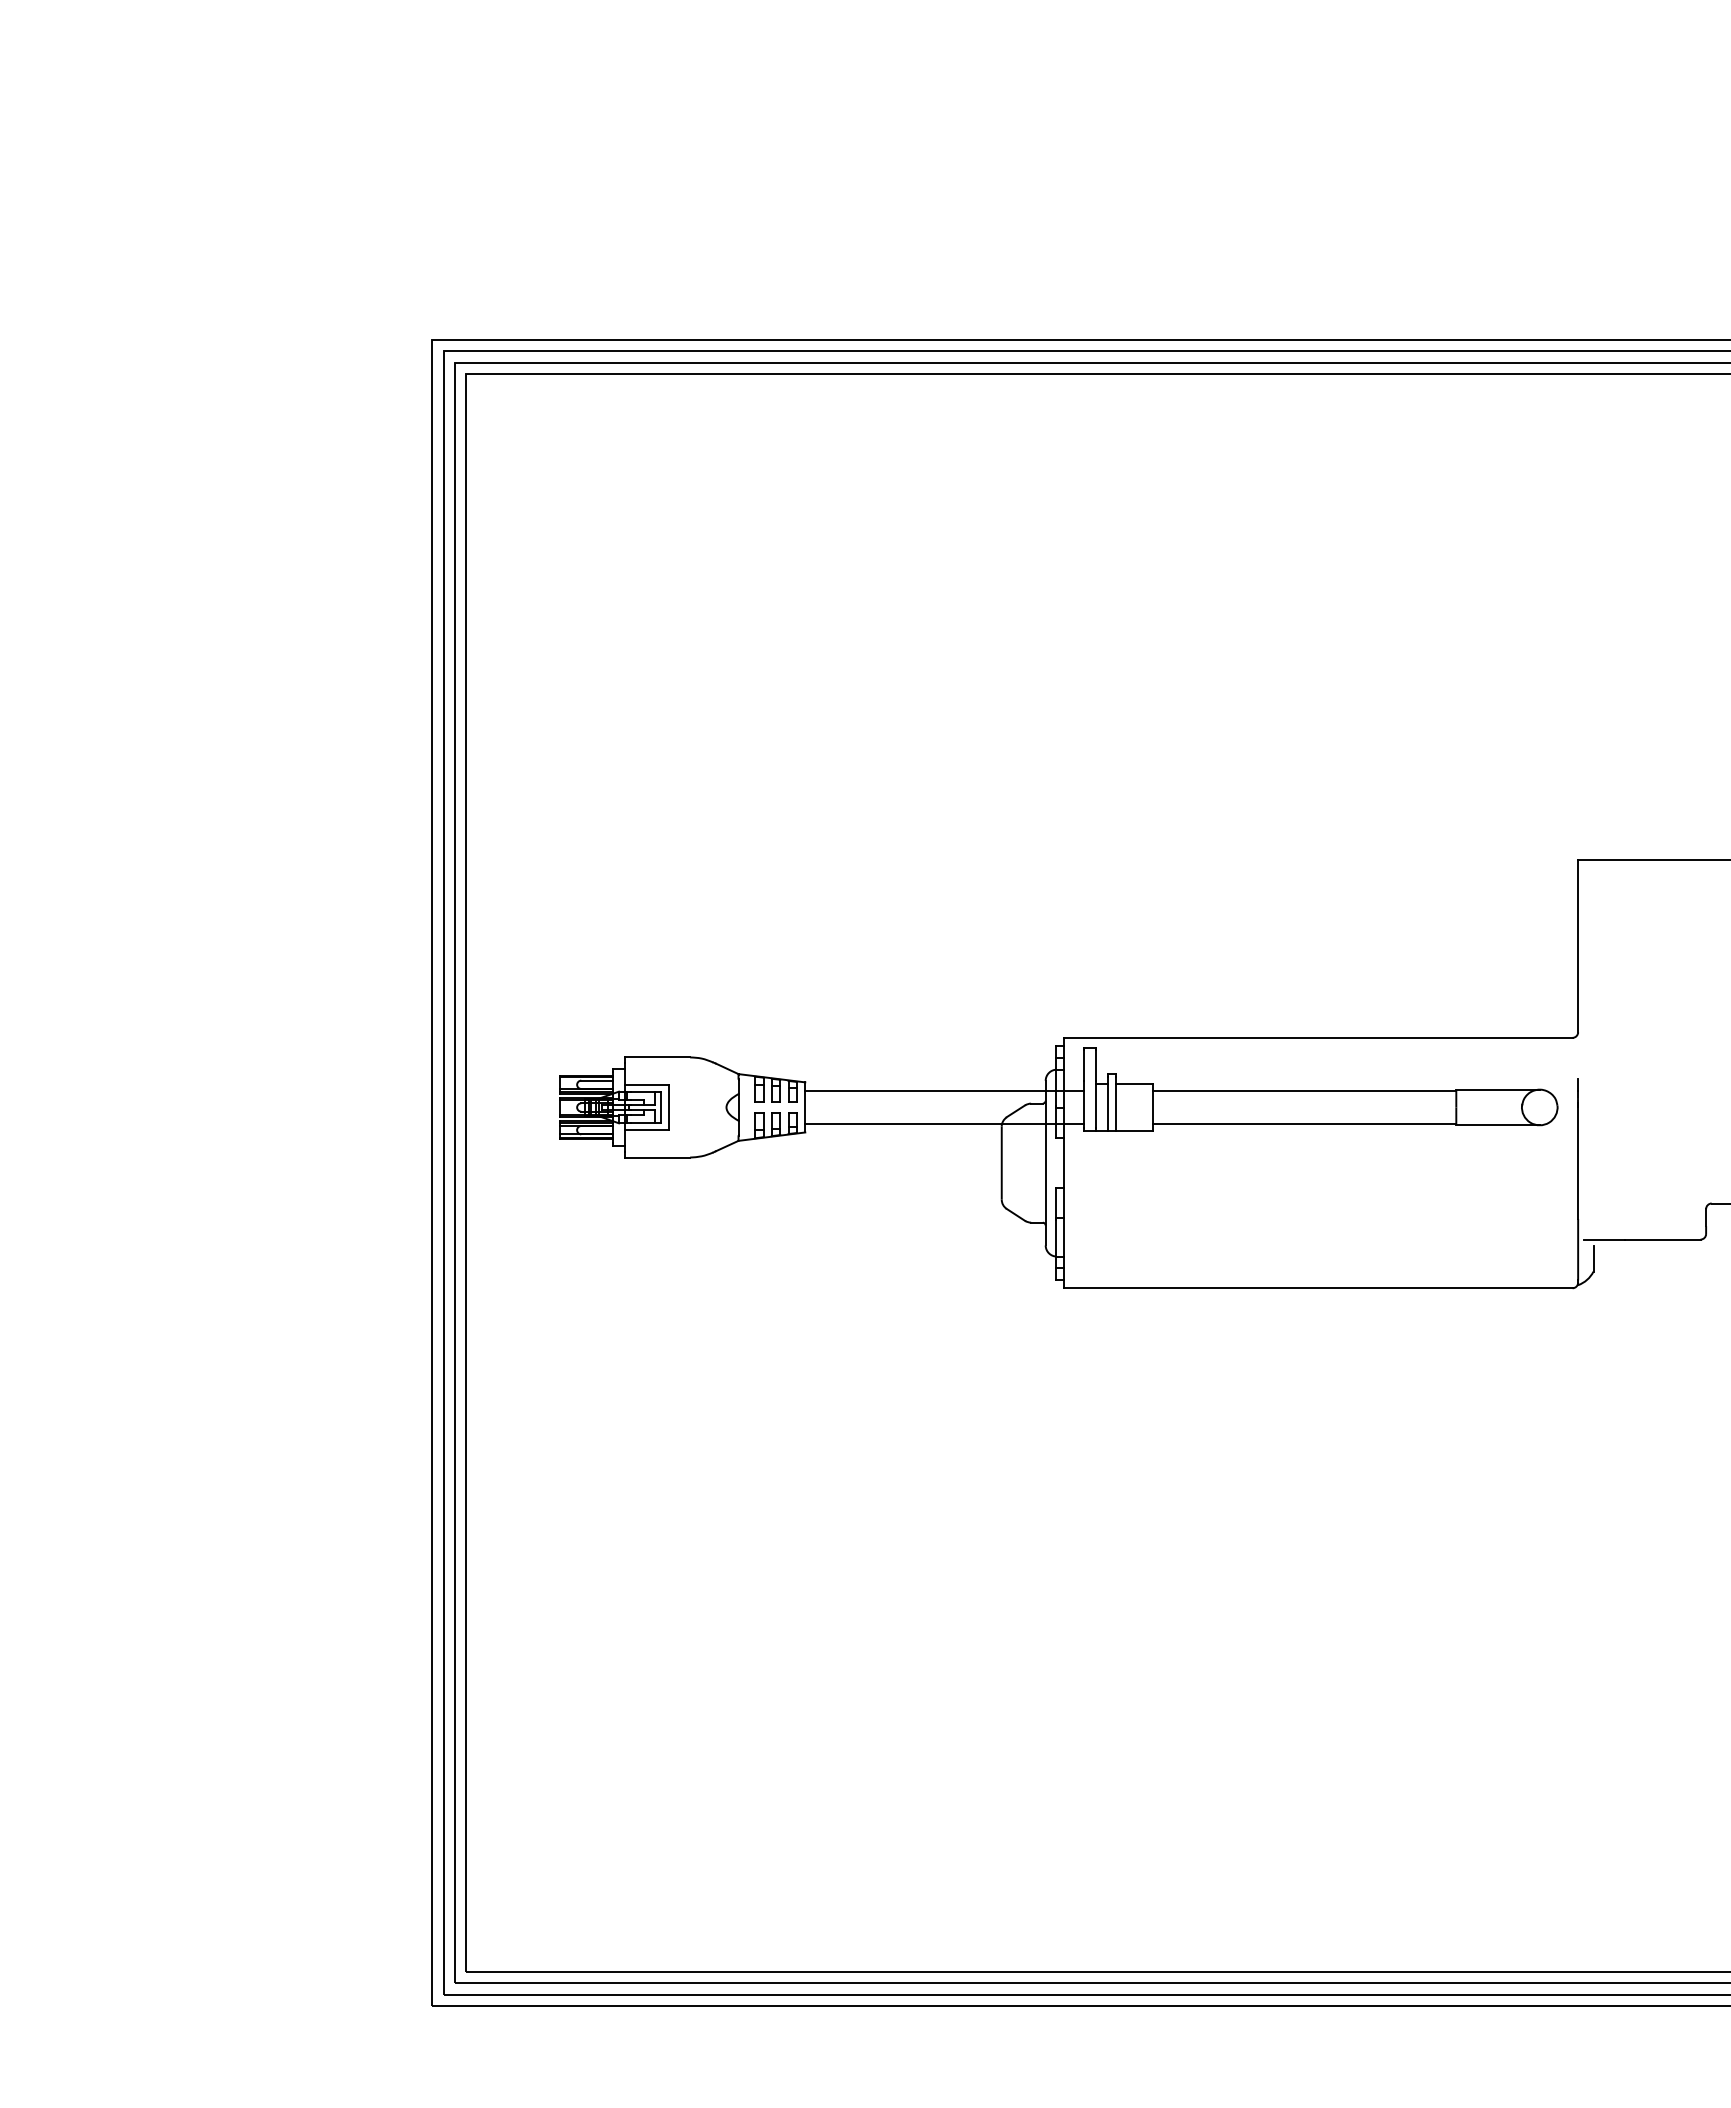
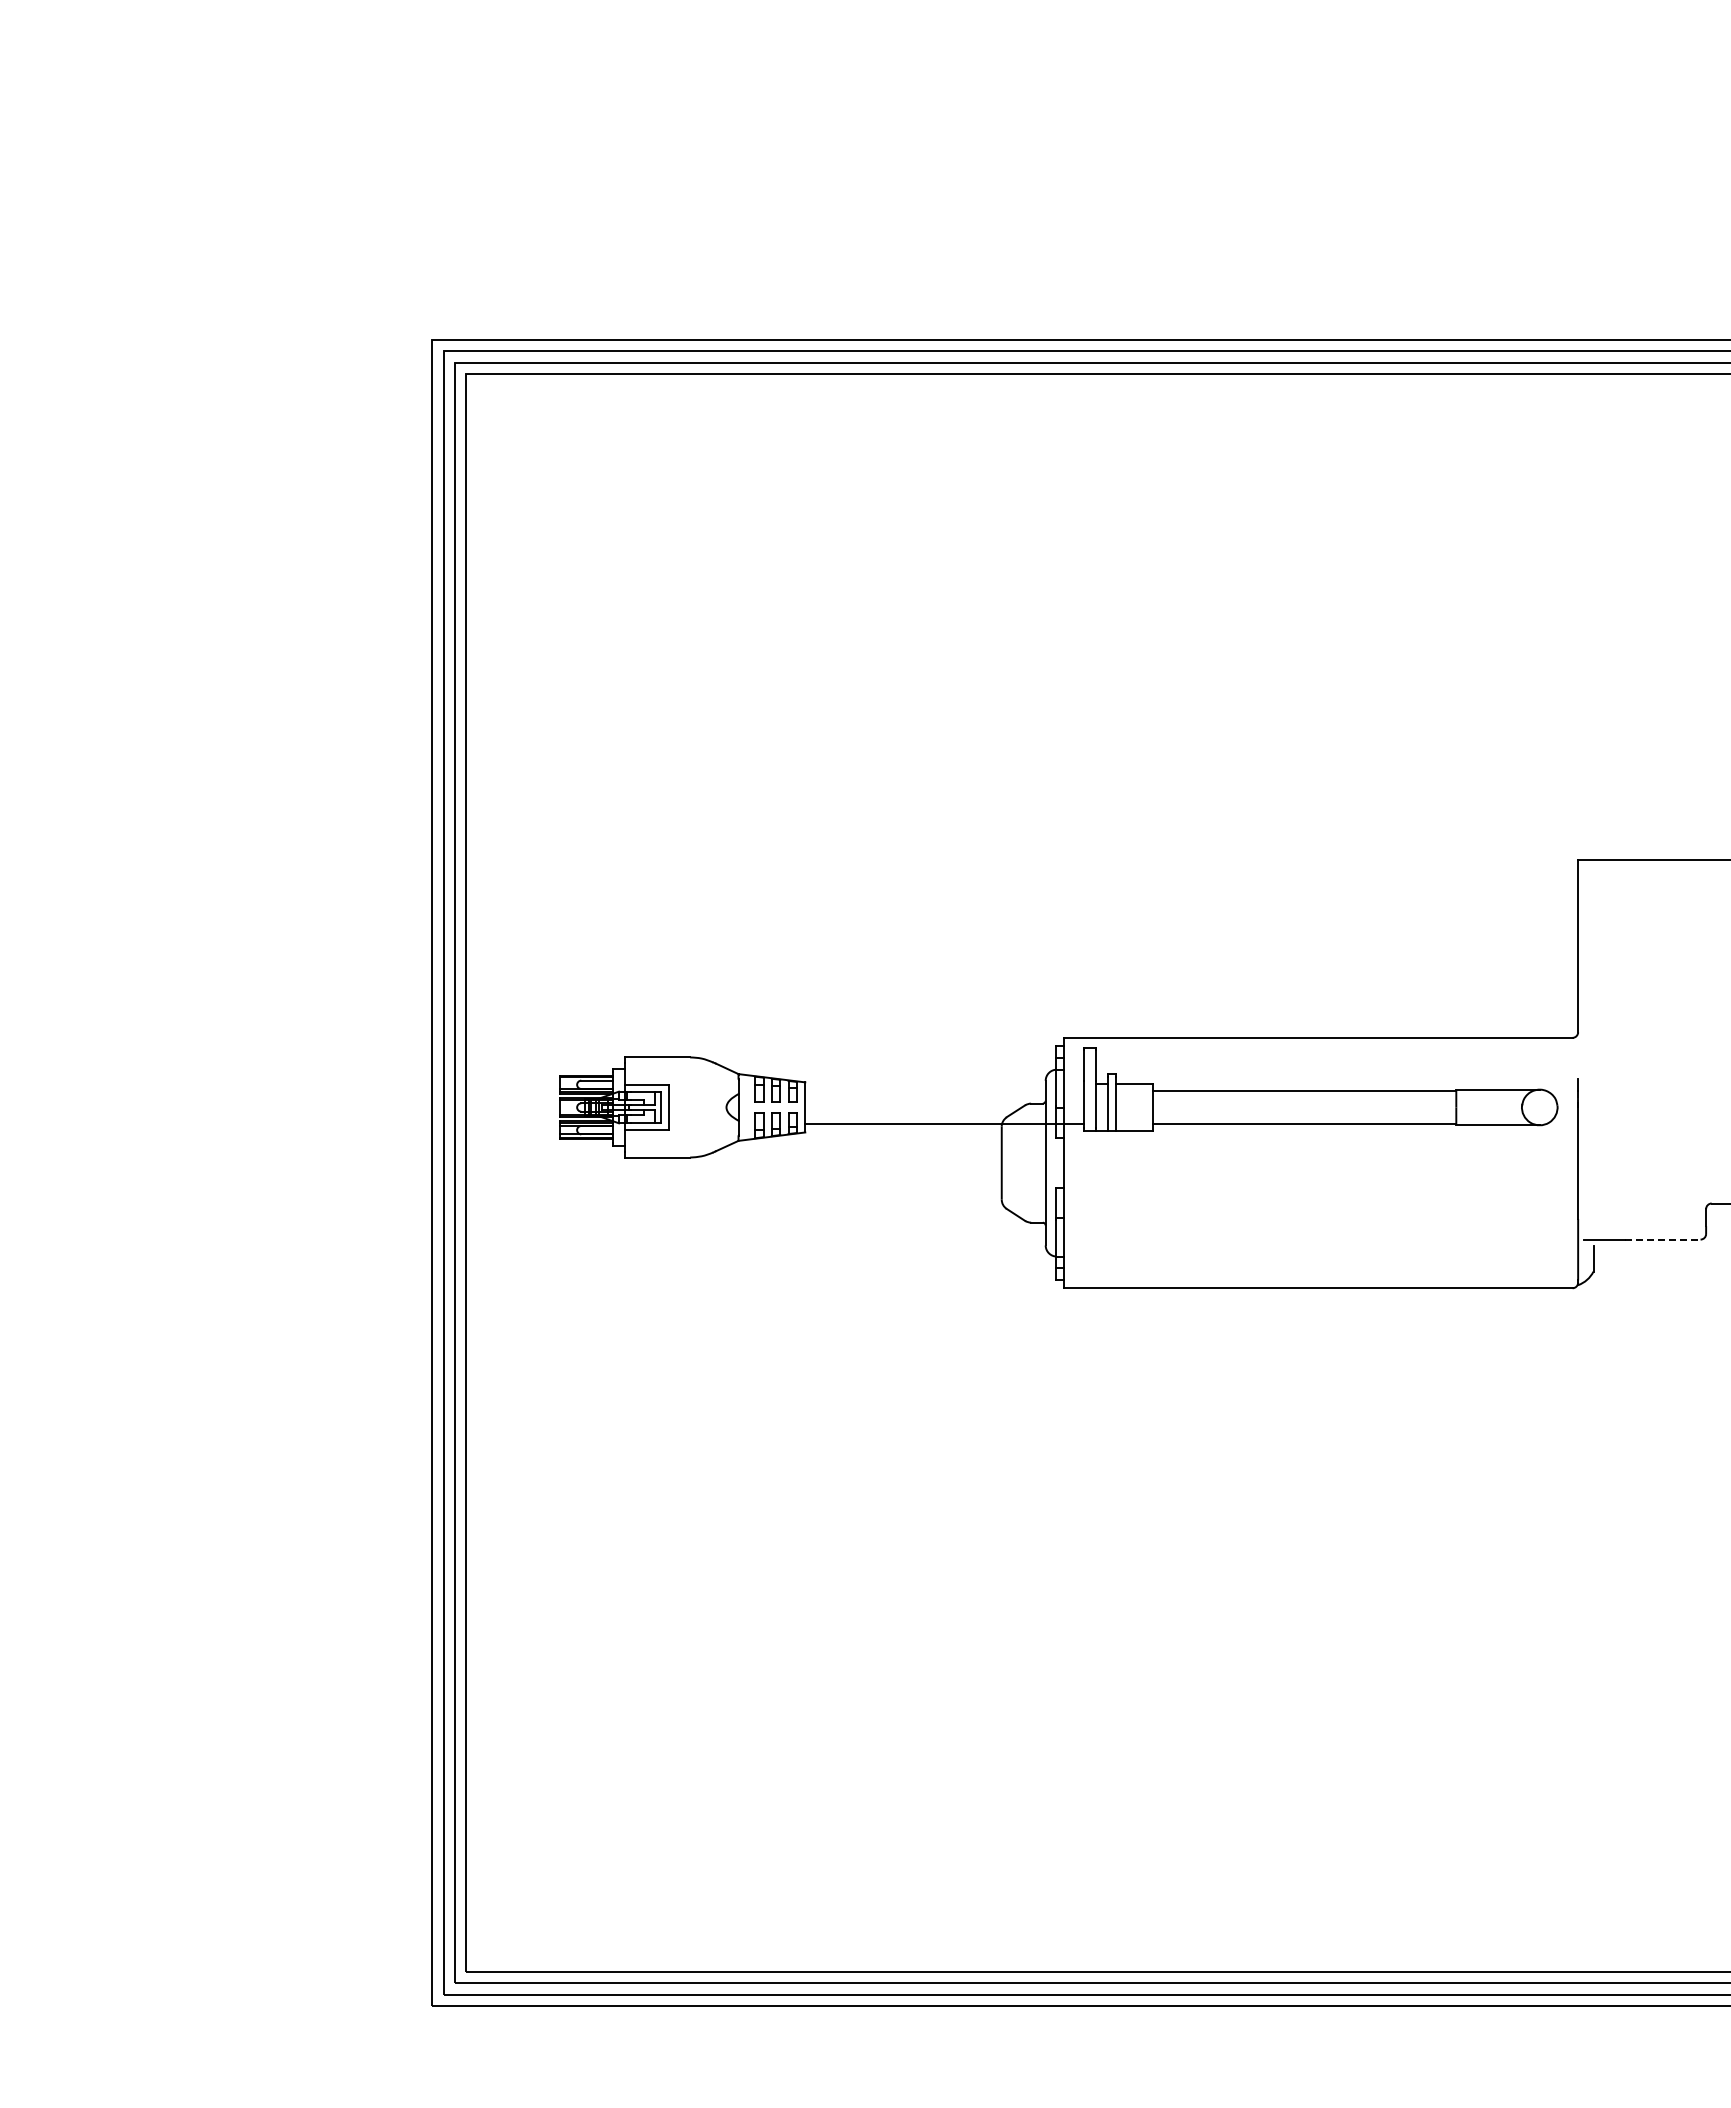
line at (944, 1090): present -> none
line at (1662, 1239): solid -> dashed
